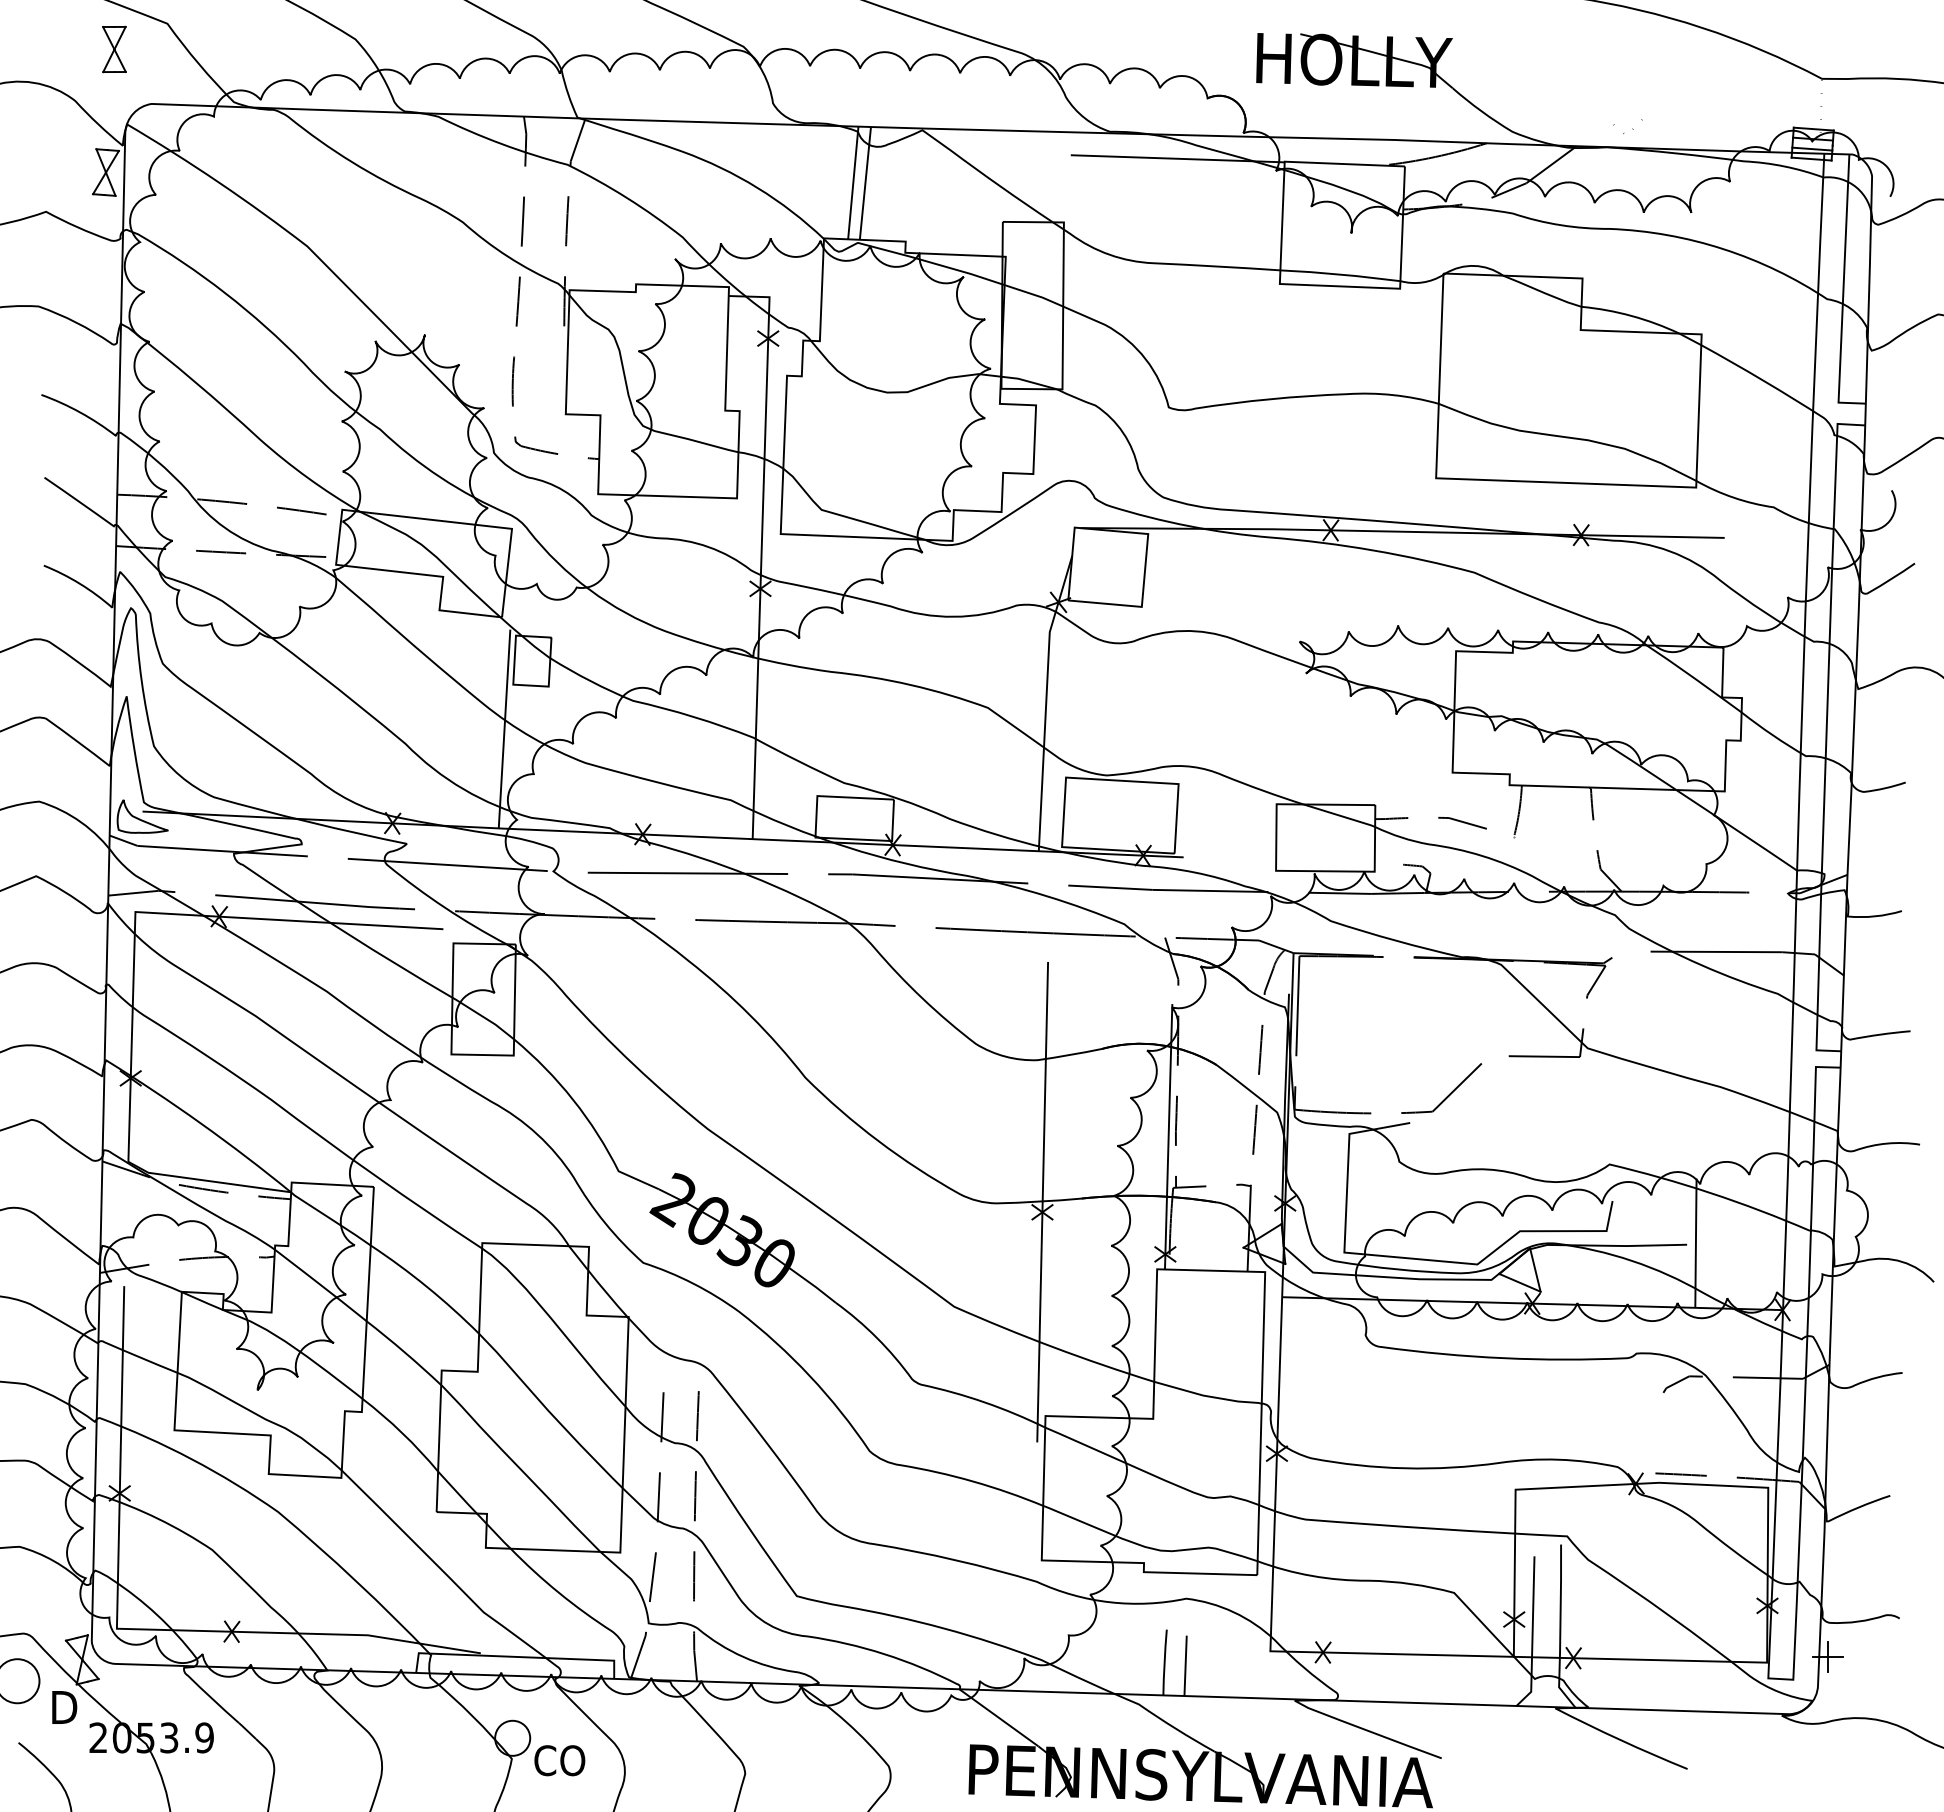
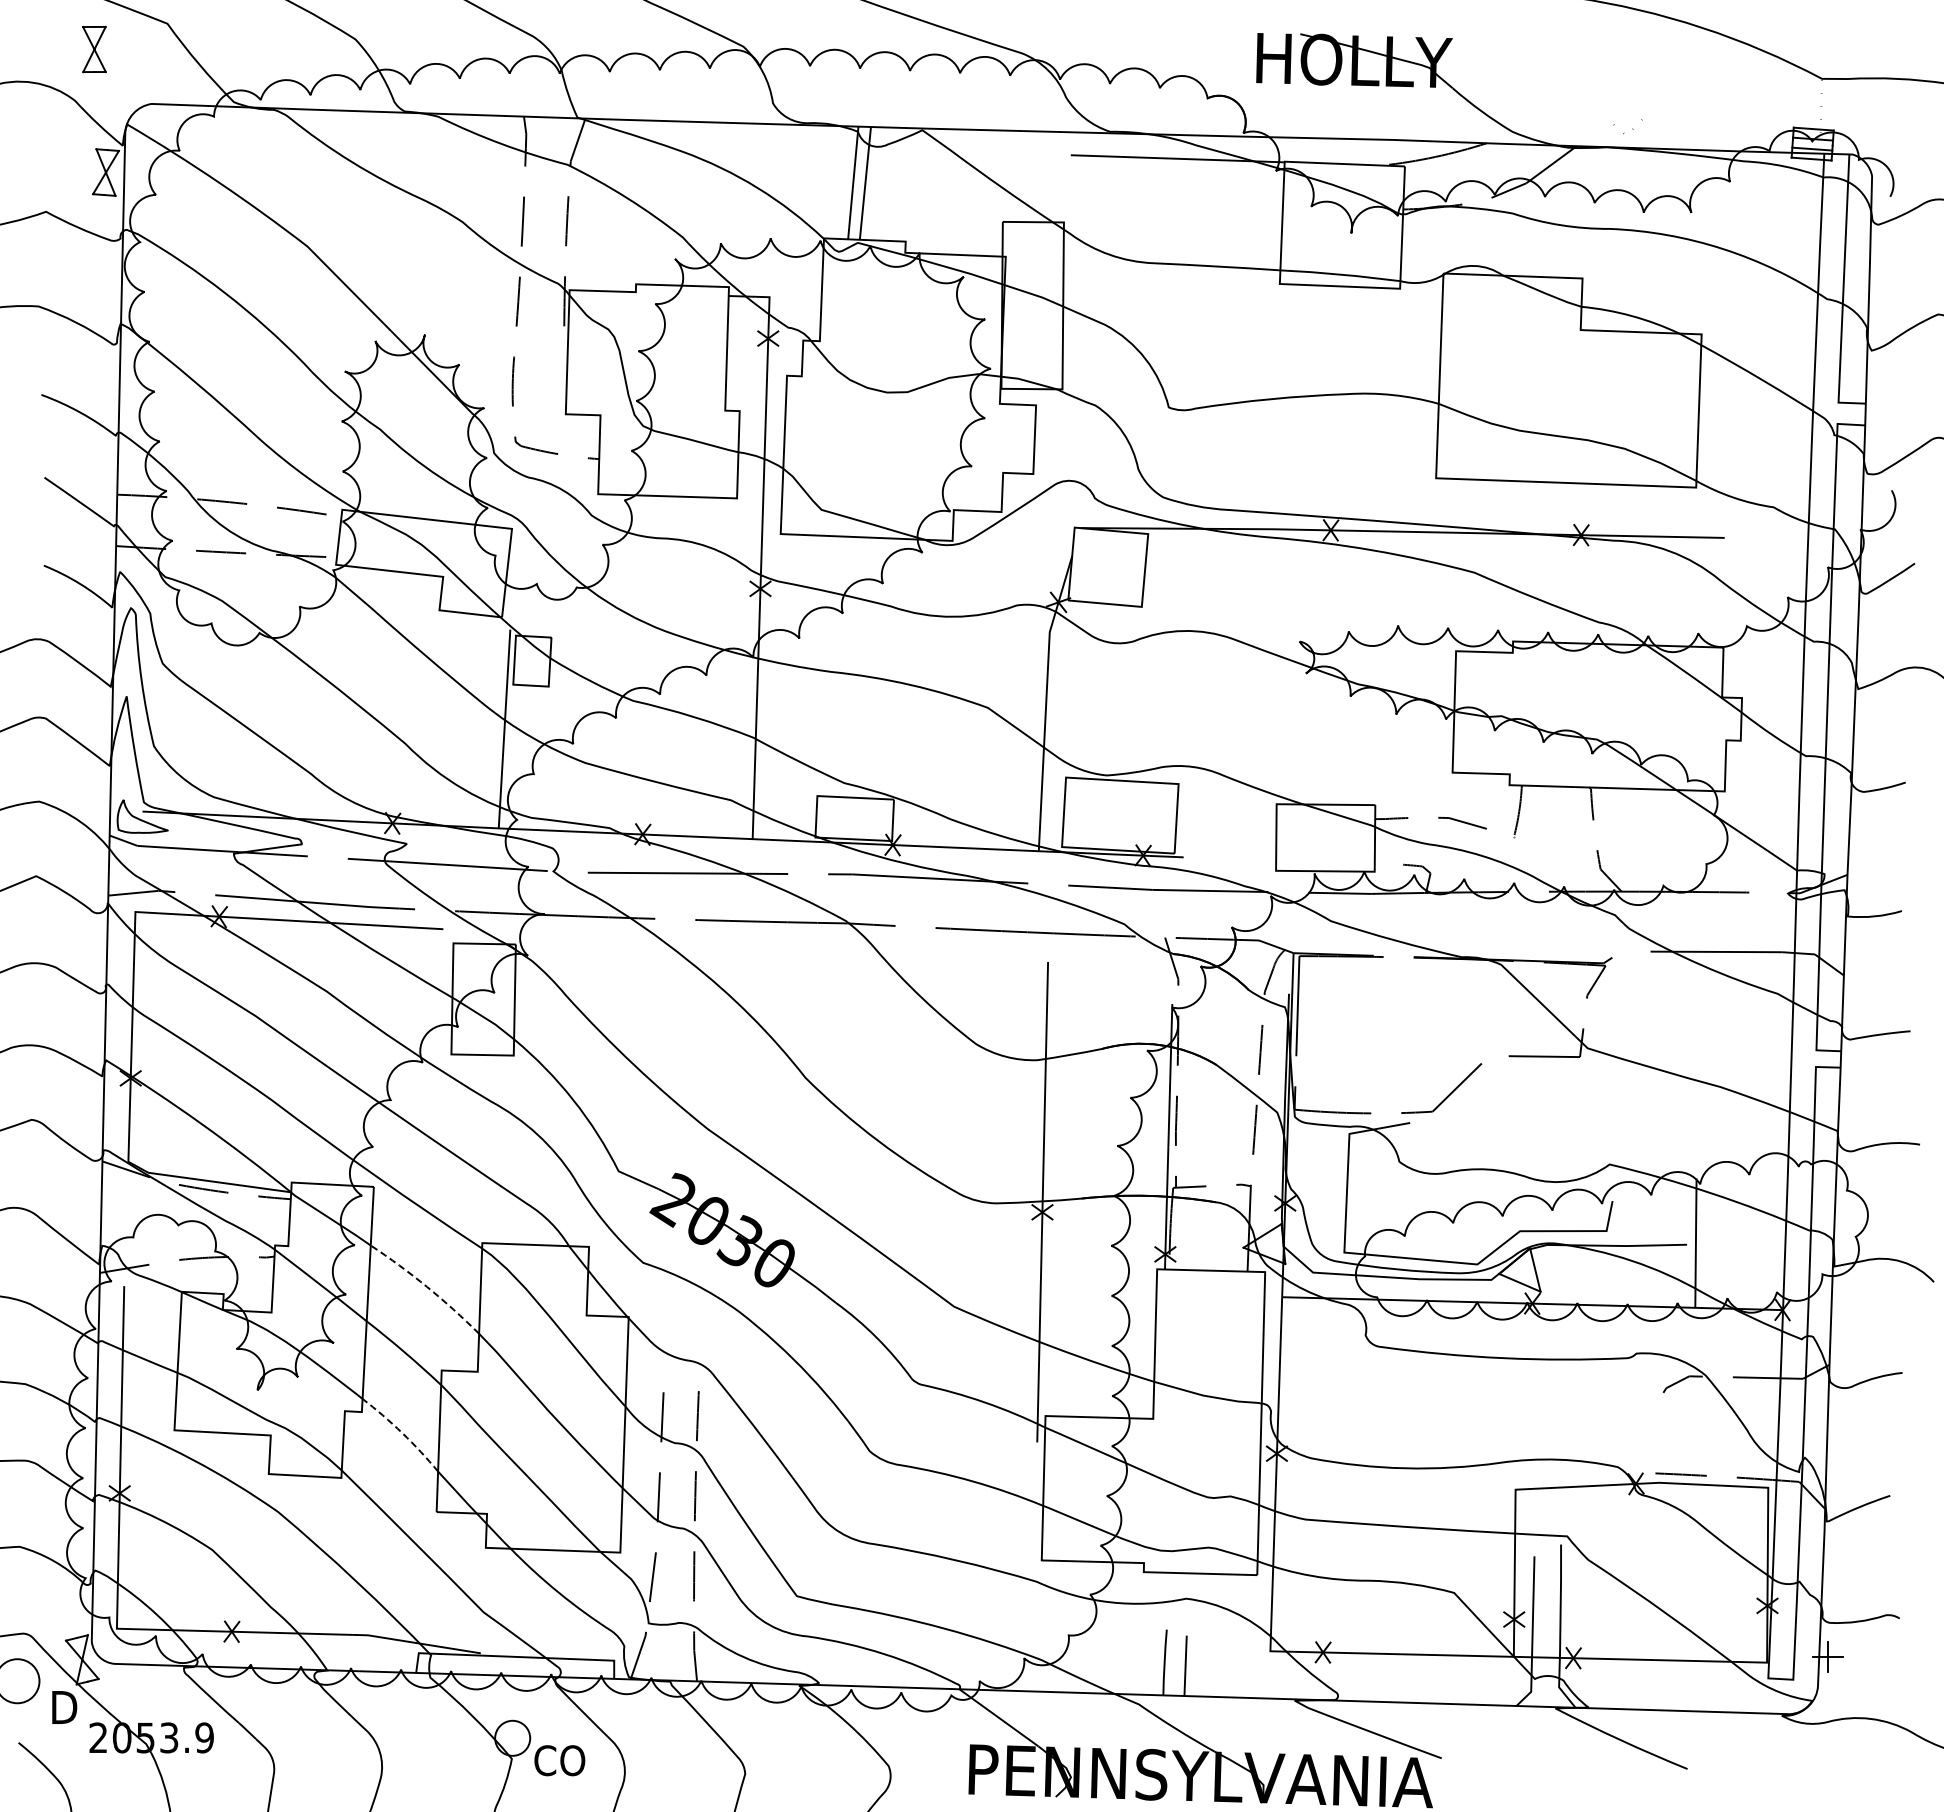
part at (114, 49) position: (114, 49) -> (94, 49)
line at (427, 1286): solid -> dashed
line at (402, 1433): solid -> dashed
